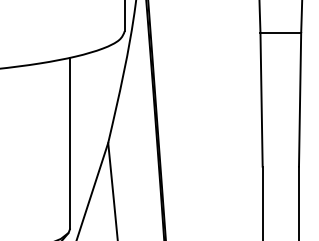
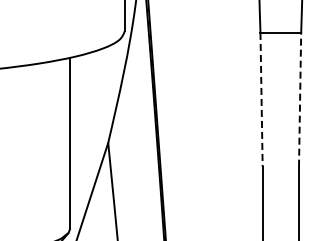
line at (261, 99): solid -> dashed
line at (300, 99): solid -> dashed
